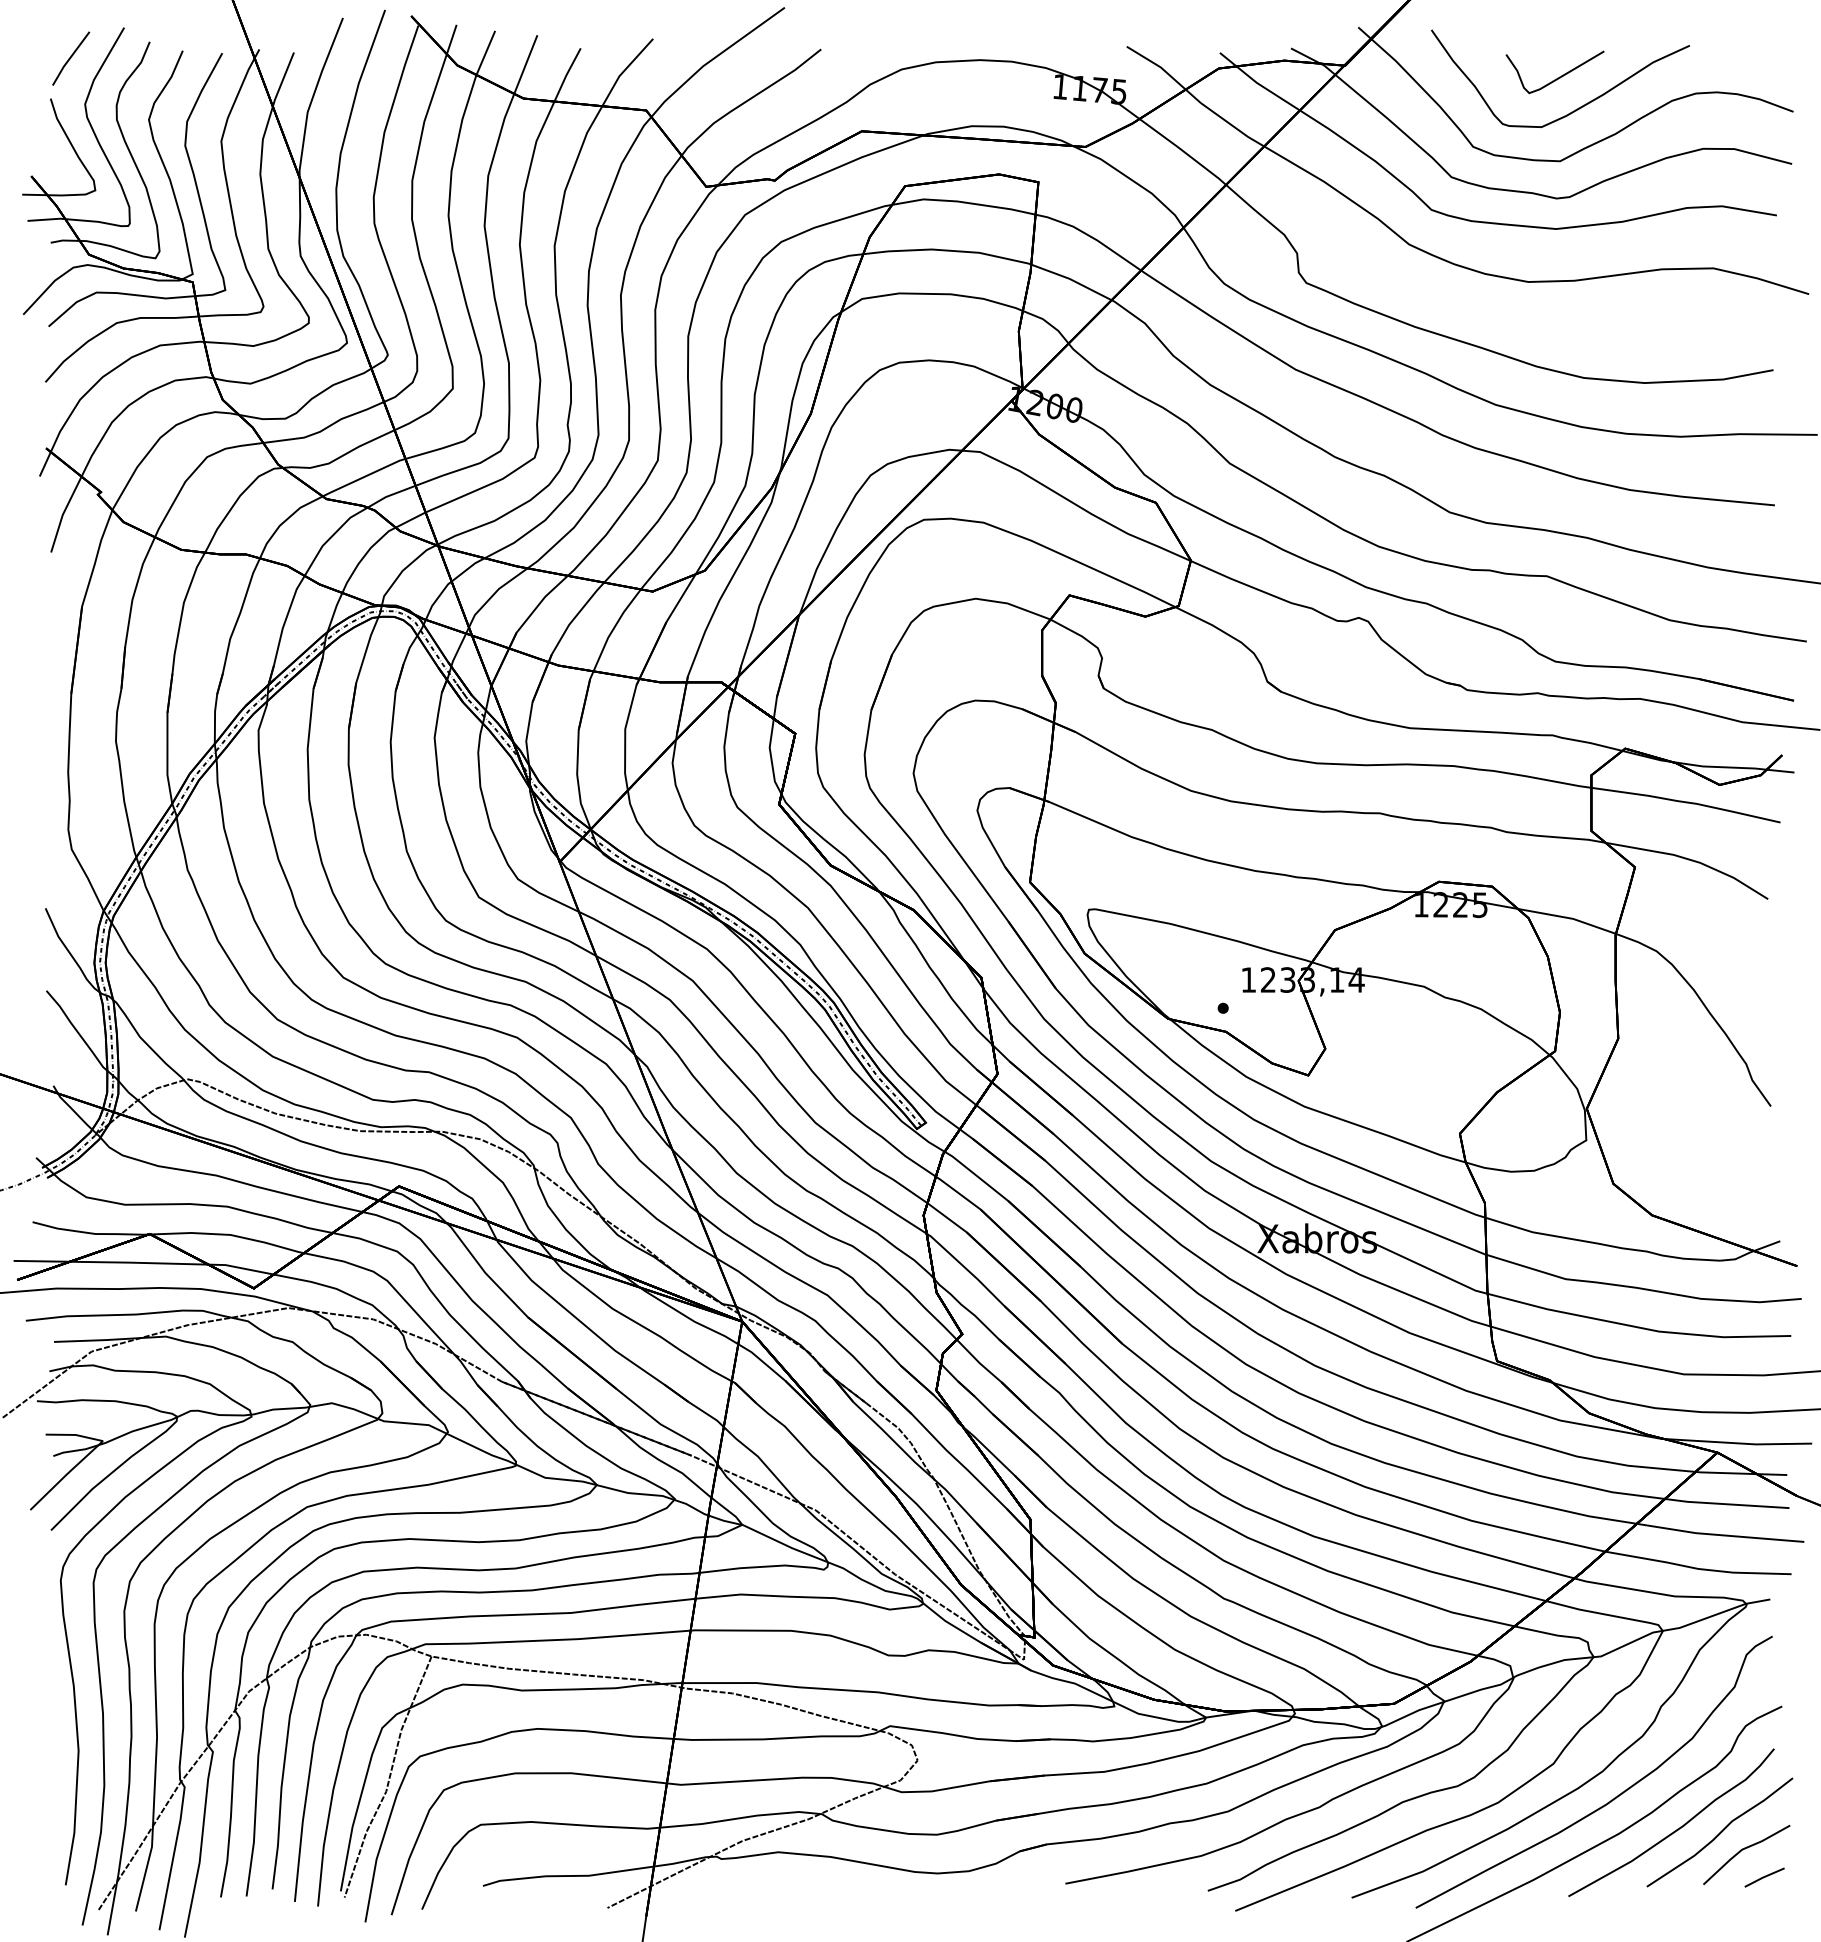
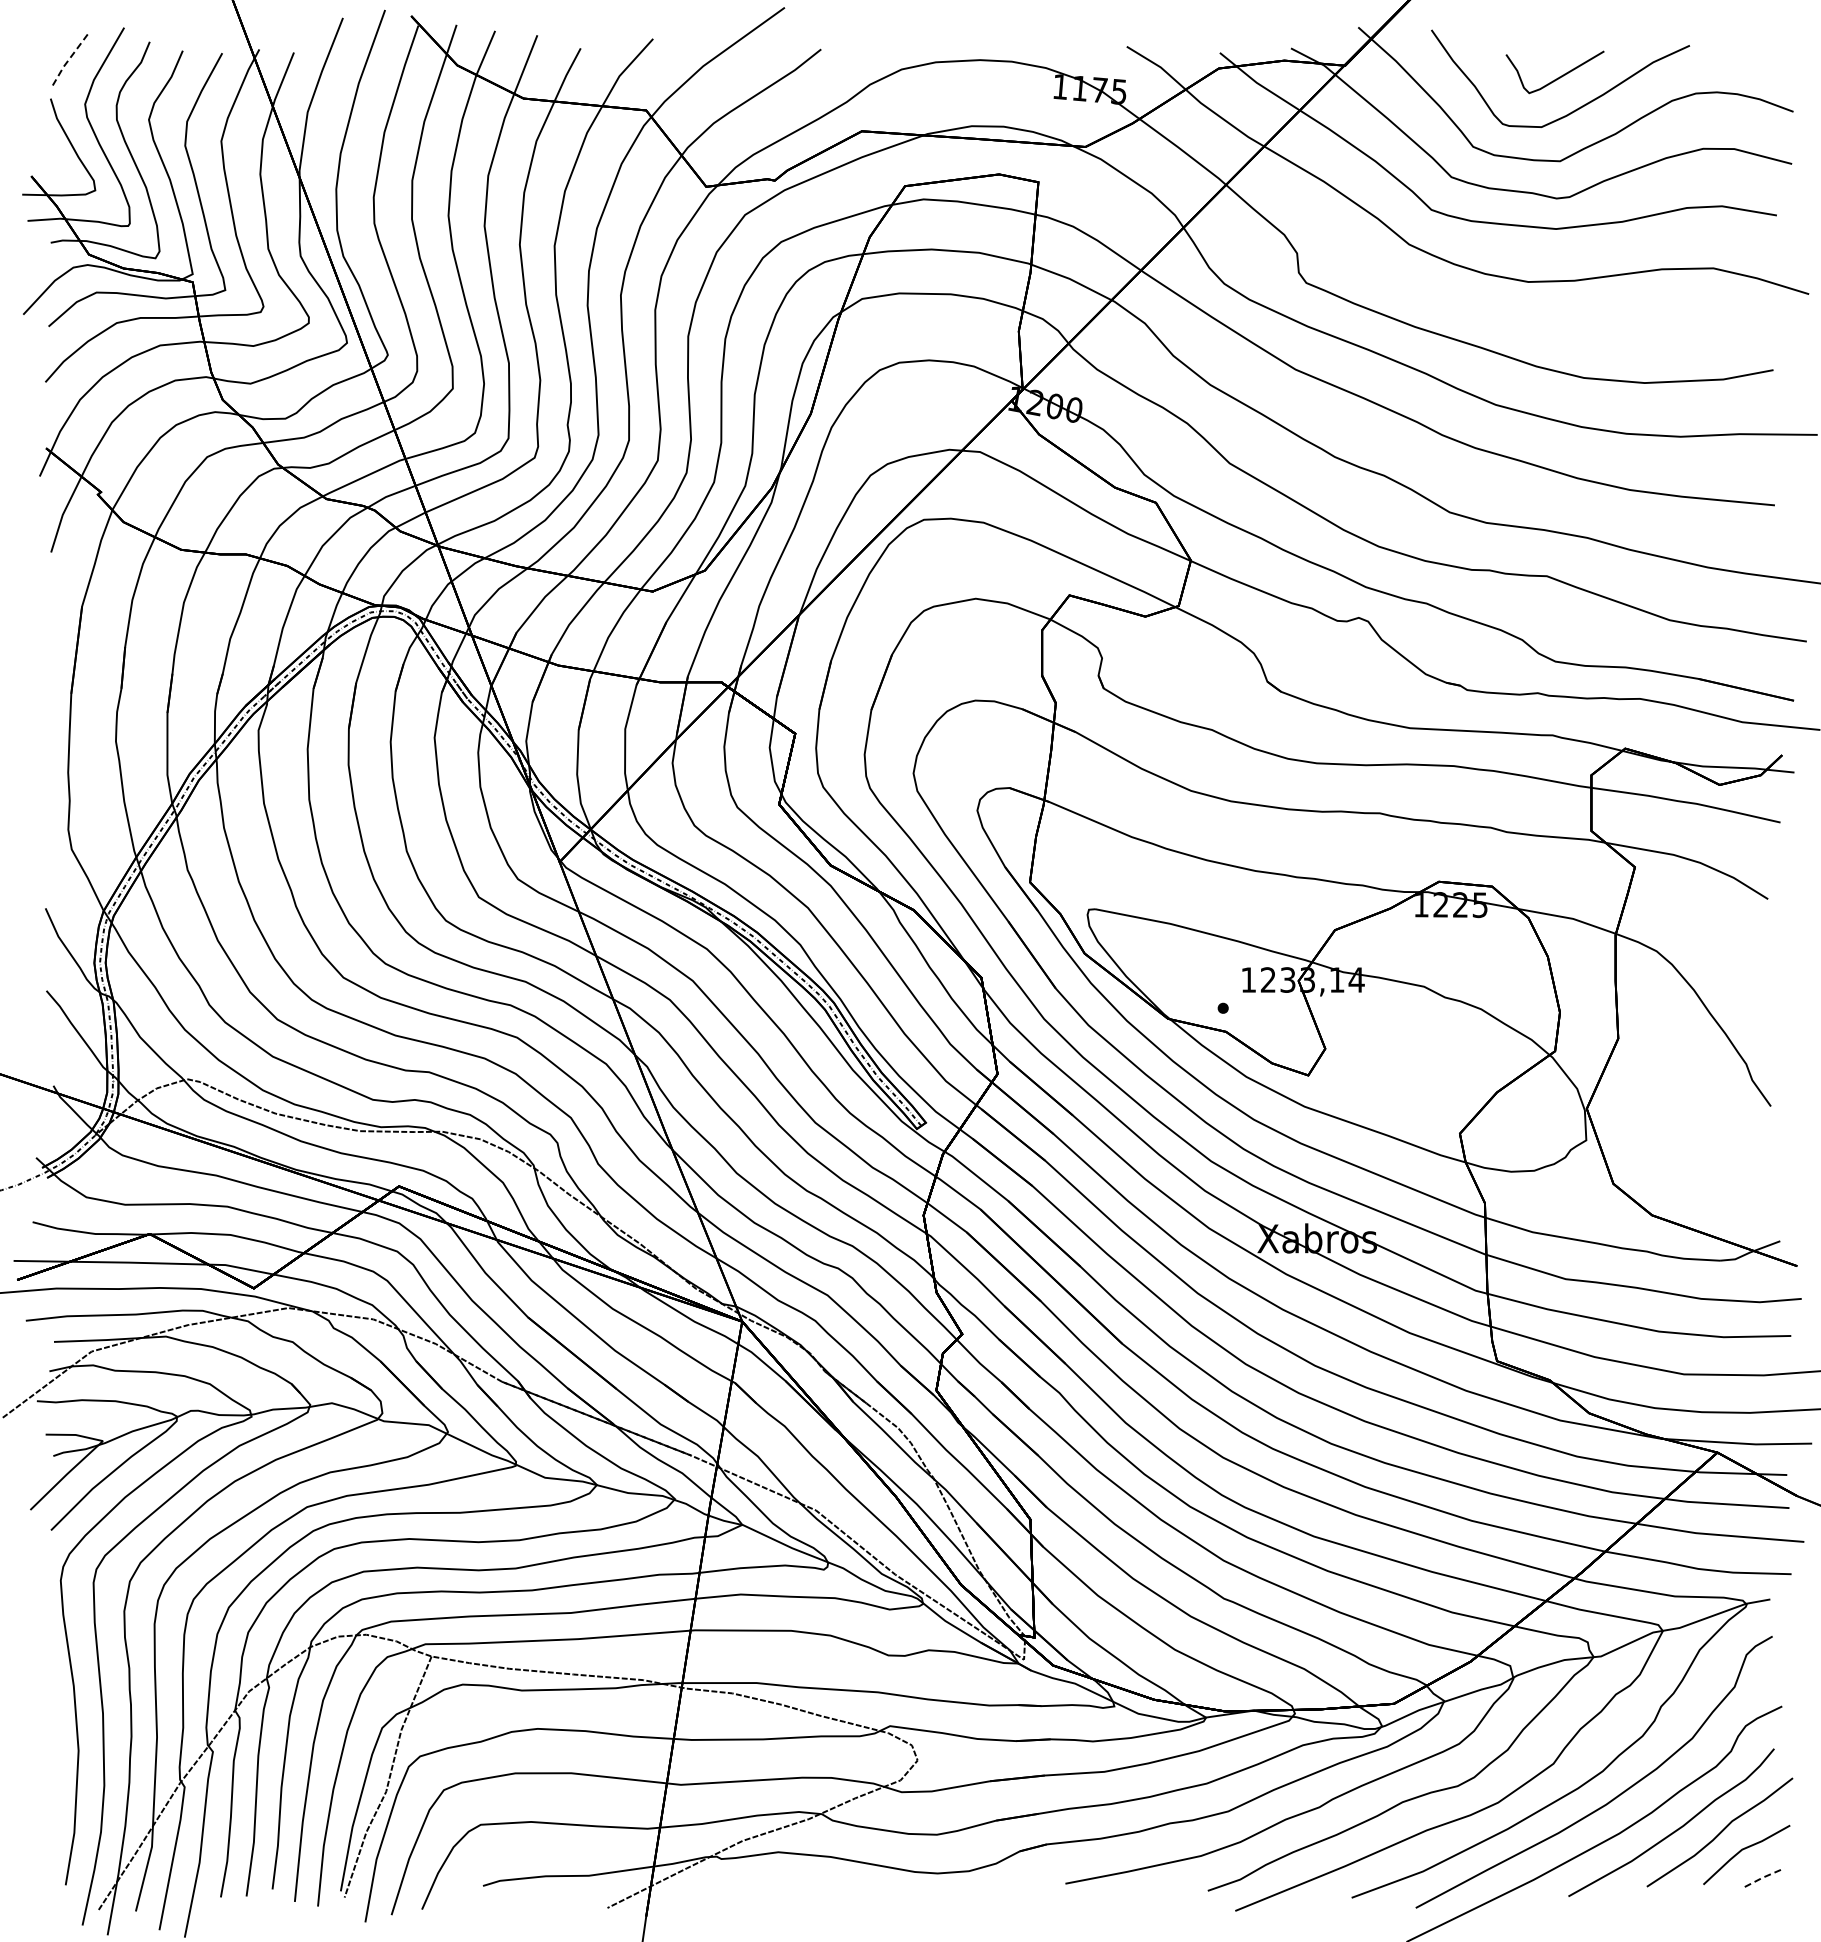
line at (70, 58): solid -> dashed
line at (1763, 1877): solid -> dashed
